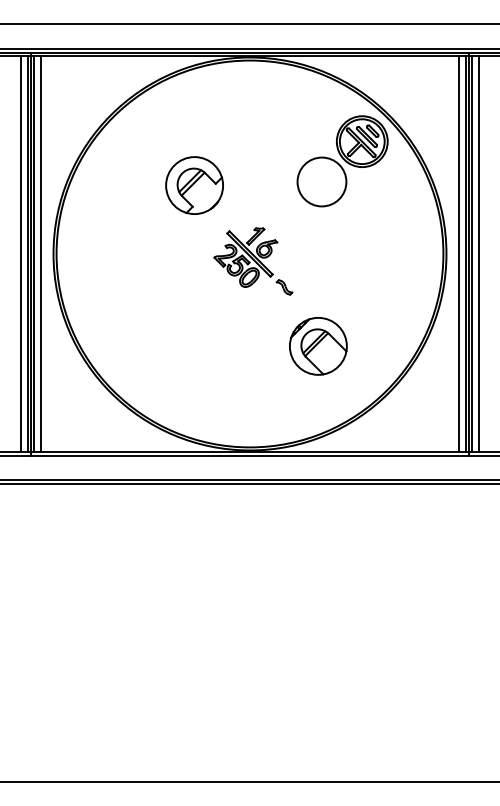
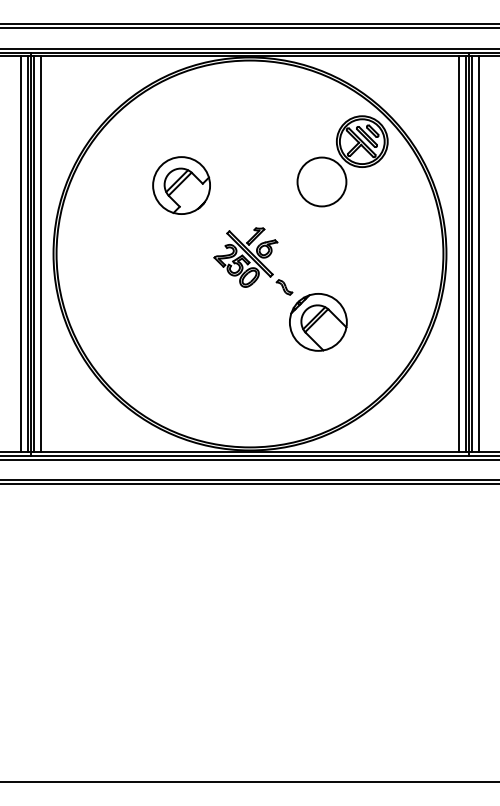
line at (249, 28): none -> present
part at (194, 185) position: (194, 185) -> (181, 185)
part at (318, 346) position: (318, 346) -> (318, 322)
line at (249, 459): none -> present
